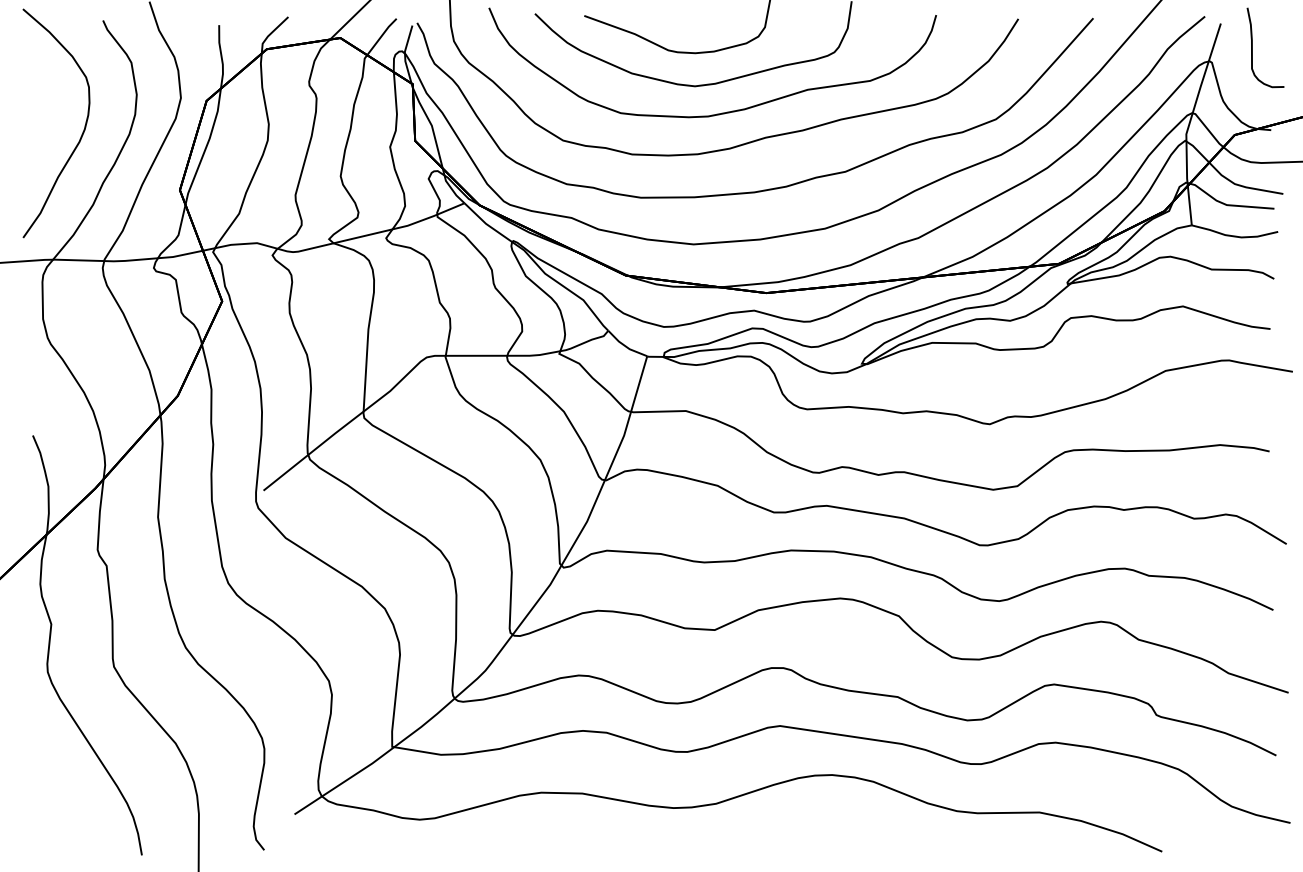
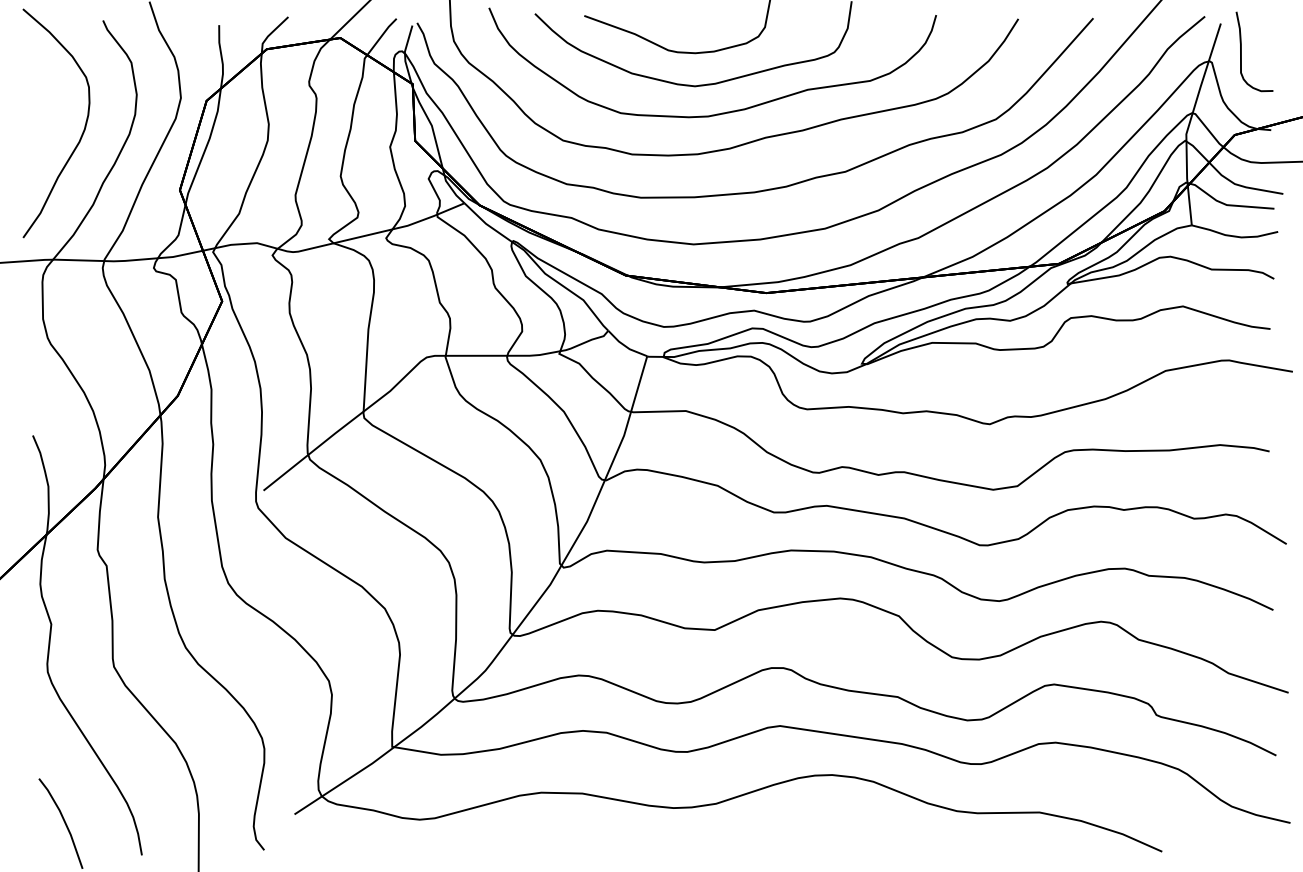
curve at (1252, 47) position: (1252, 47) -> (1241, 51)
line at (63, 821): none -> present
